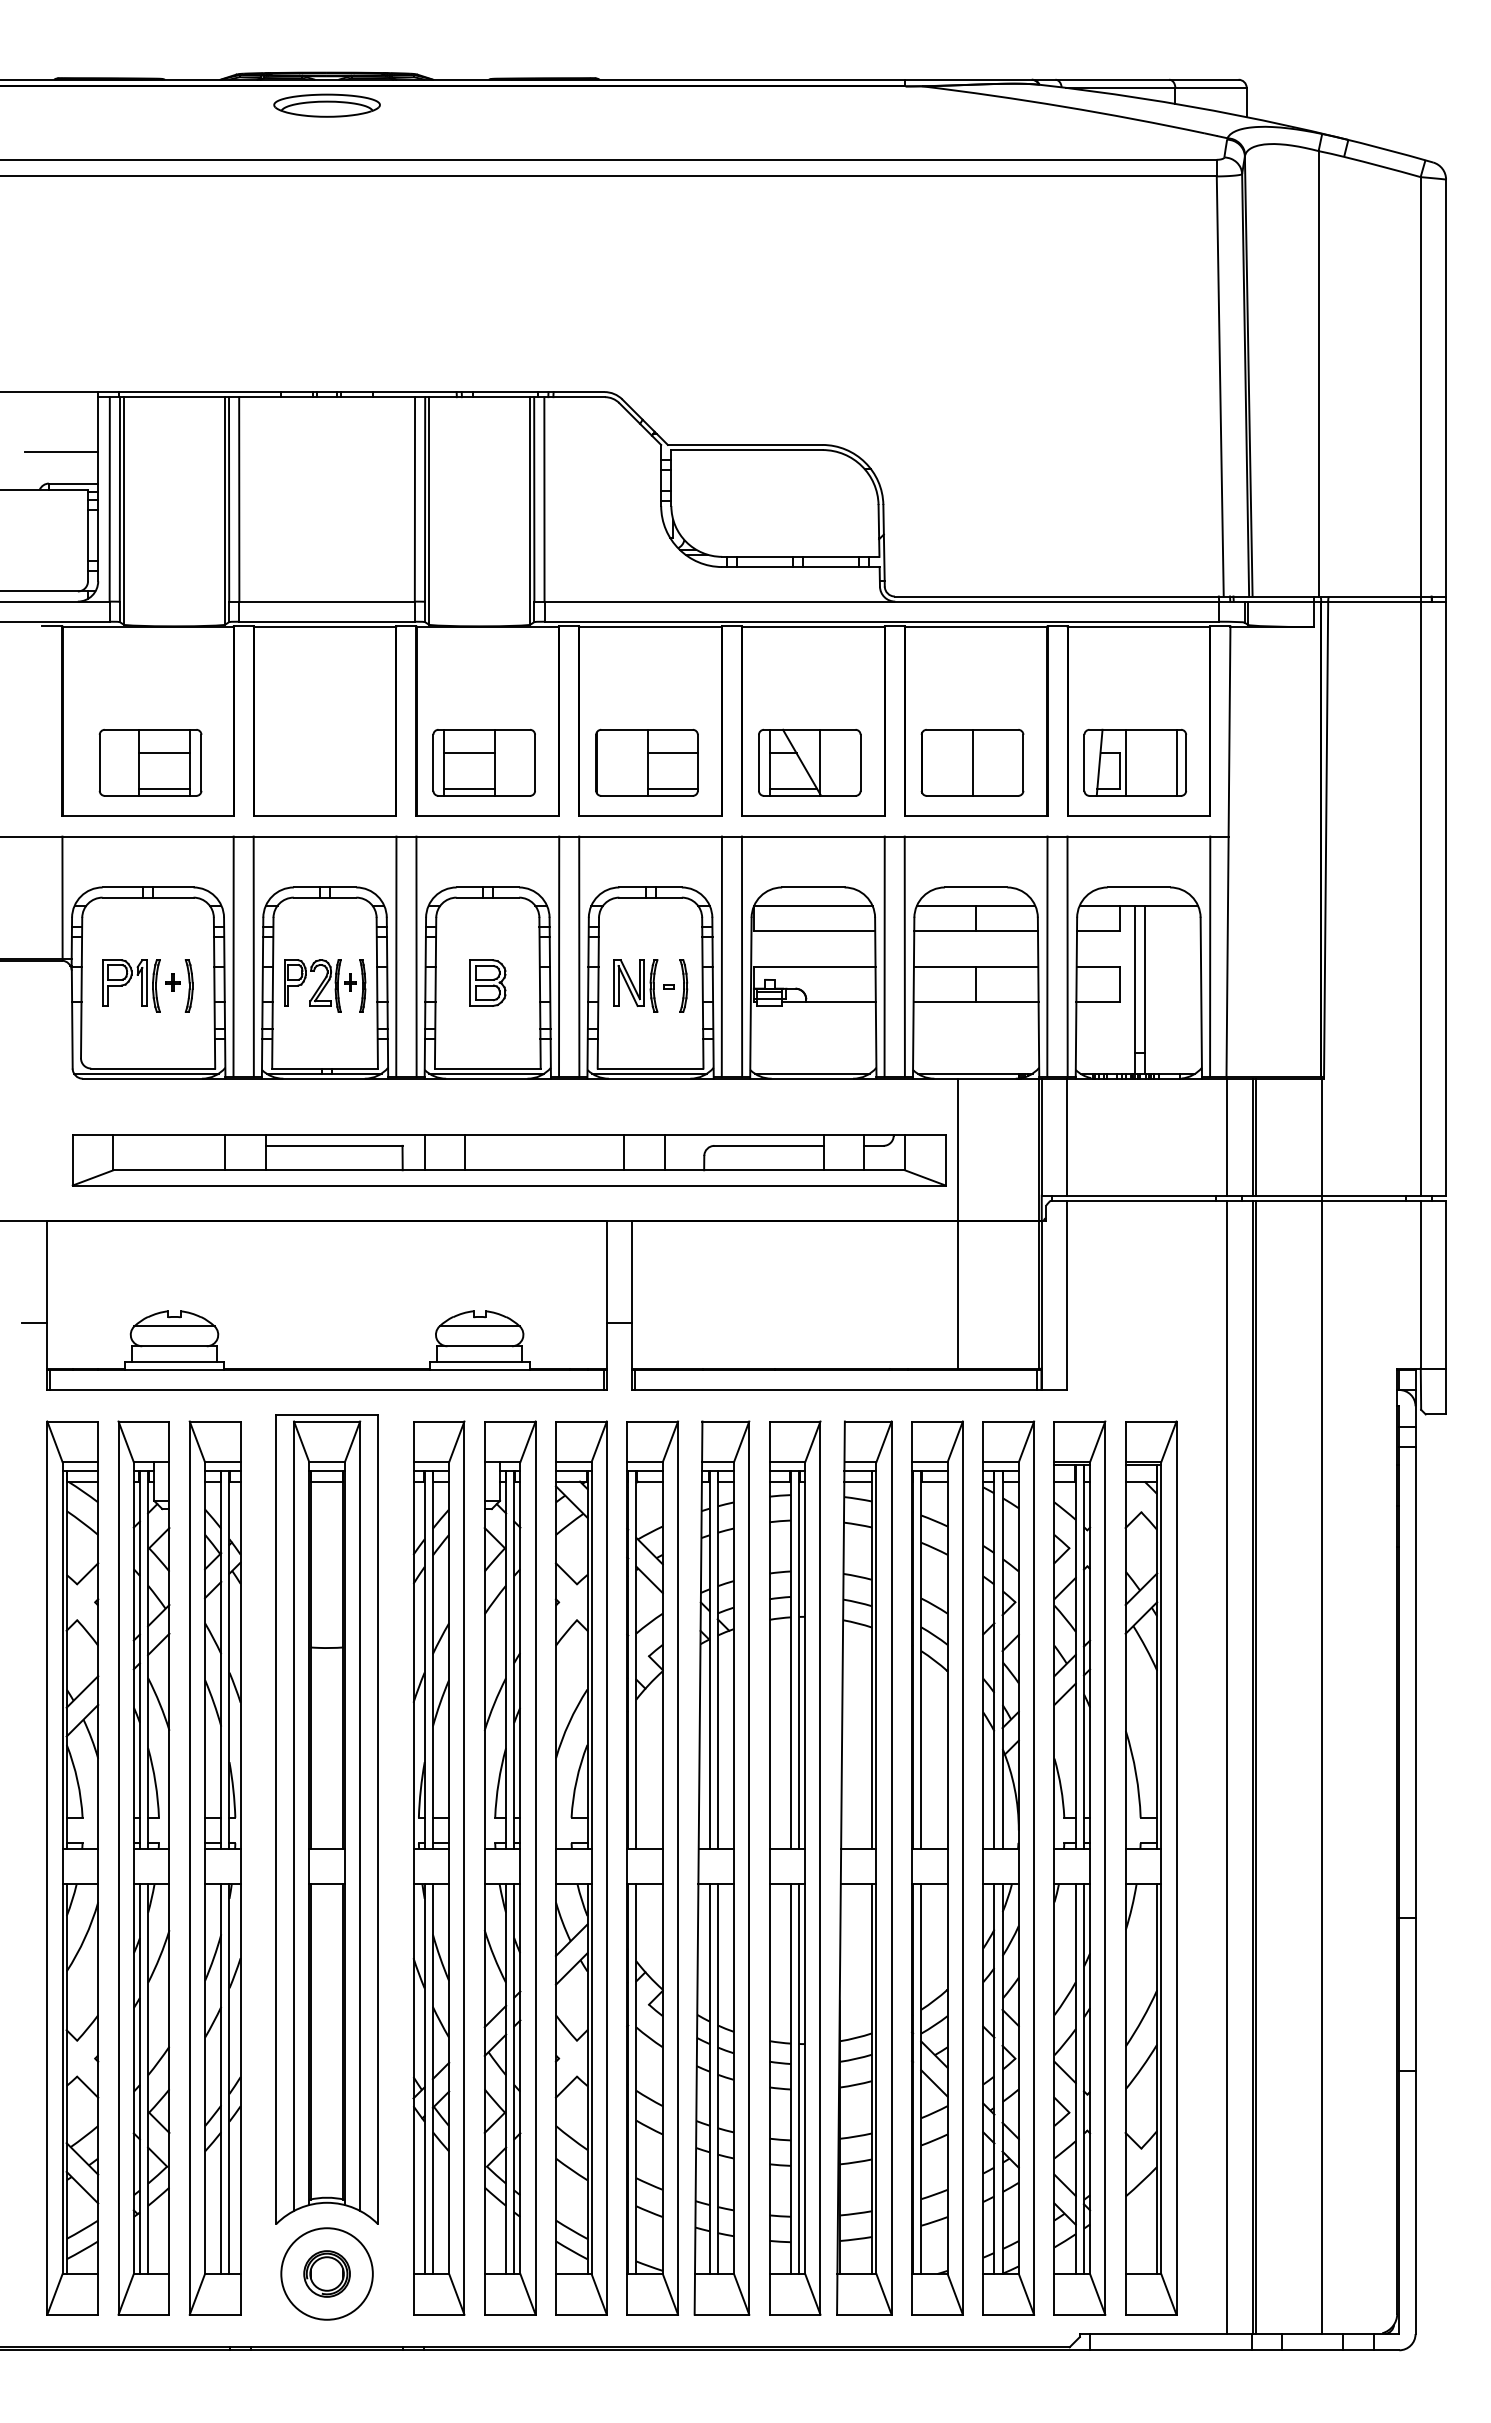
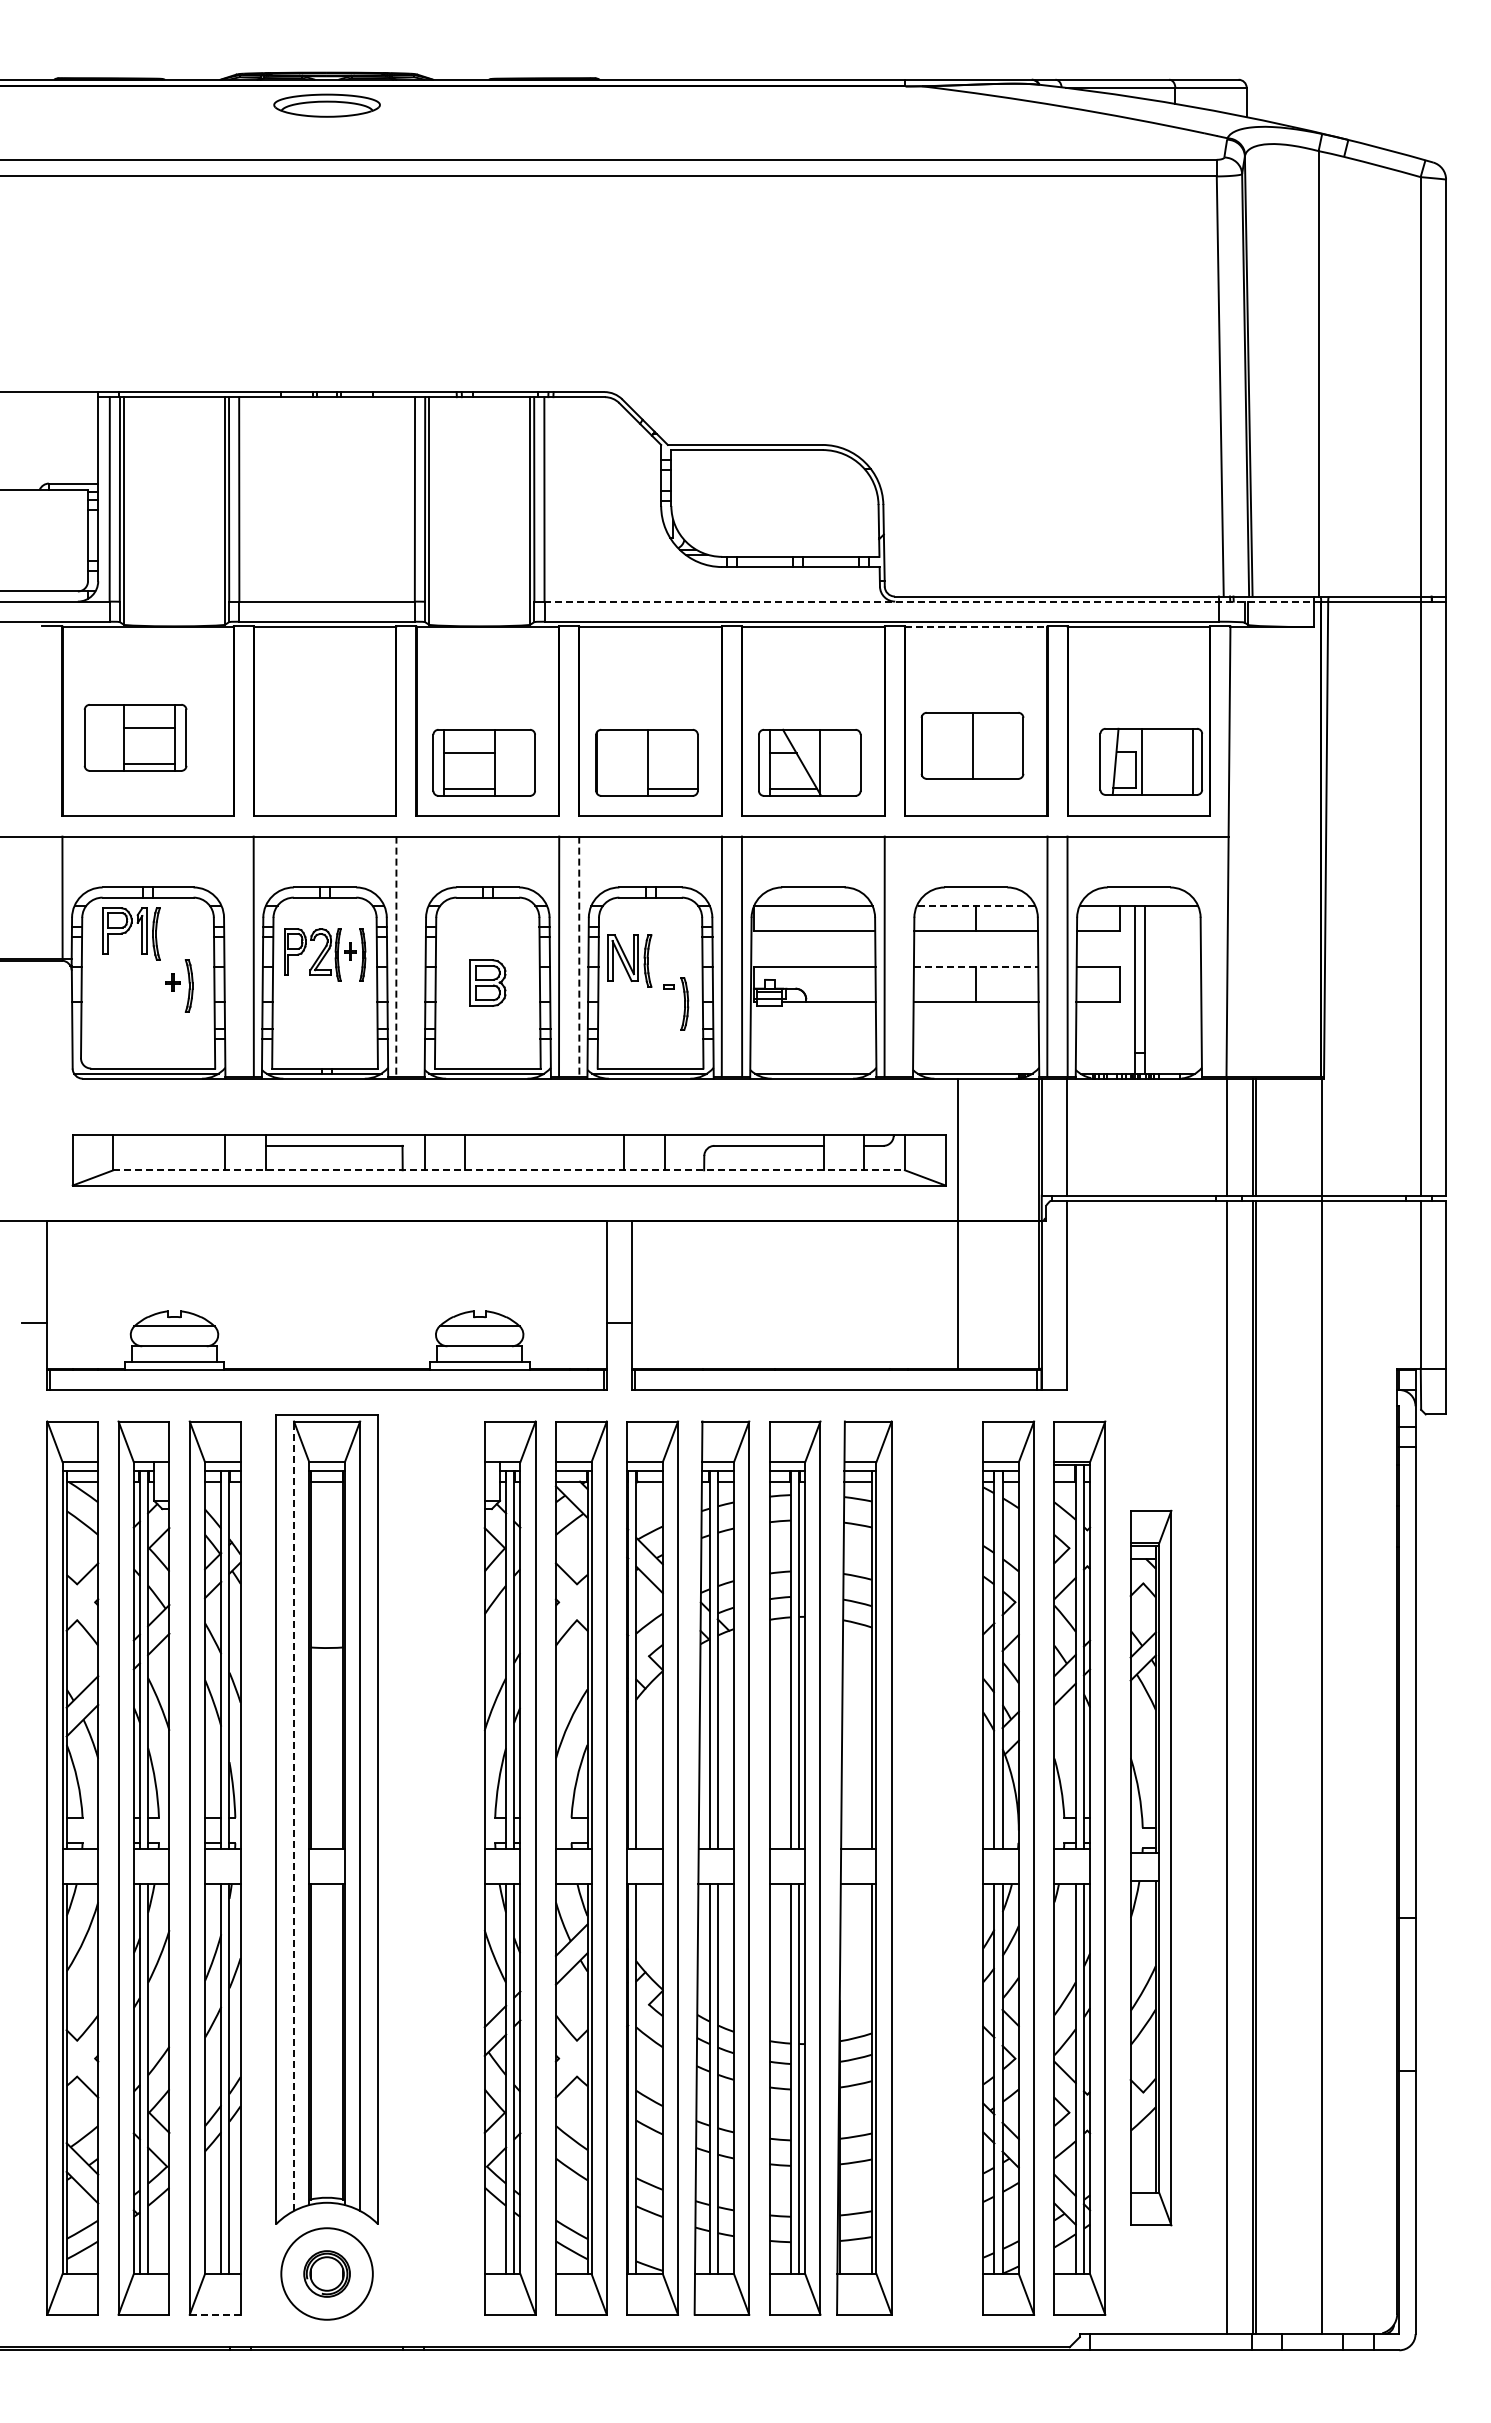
line at (61, 452): present -> none
line at (932, 601): solid -> dashed
line at (976, 627): solid -> dashed
line at (672, 753): present -> none
part at (150, 762) position: (150, 762) -> (135, 737)
part at (972, 762) position: (972, 762) -> (972, 745)
part at (1134, 762) position: (1134, 762) -> (1150, 761)
line at (975, 905): solid -> dashed
line at (233, 956): present -> none
line at (416, 956): present -> none
line at (904, 956): present -> none
line at (1210, 956): present -> none
line at (396, 957): solid -> dashed
line at (579, 957): solid -> dashed
line at (976, 966): solid -> dashed
part at (131, 985) position: (131, 985) -> (131, 933)
part at (325, 985) position: (325, 985) -> (325, 954)
part at (635, 985) position: (635, 985) -> (629, 960)
part at (683, 985) position: (683, 985) -> (684, 1003)
line at (509, 1170): solid -> dashed
line at (294, 1816): solid -> dashed
part at (438, 1867): present -> none
part at (937, 1867): present -> none
part at (1150, 1867) size: 54x896 px -> 44x718 px
line at (214, 2314): solid -> dashed
